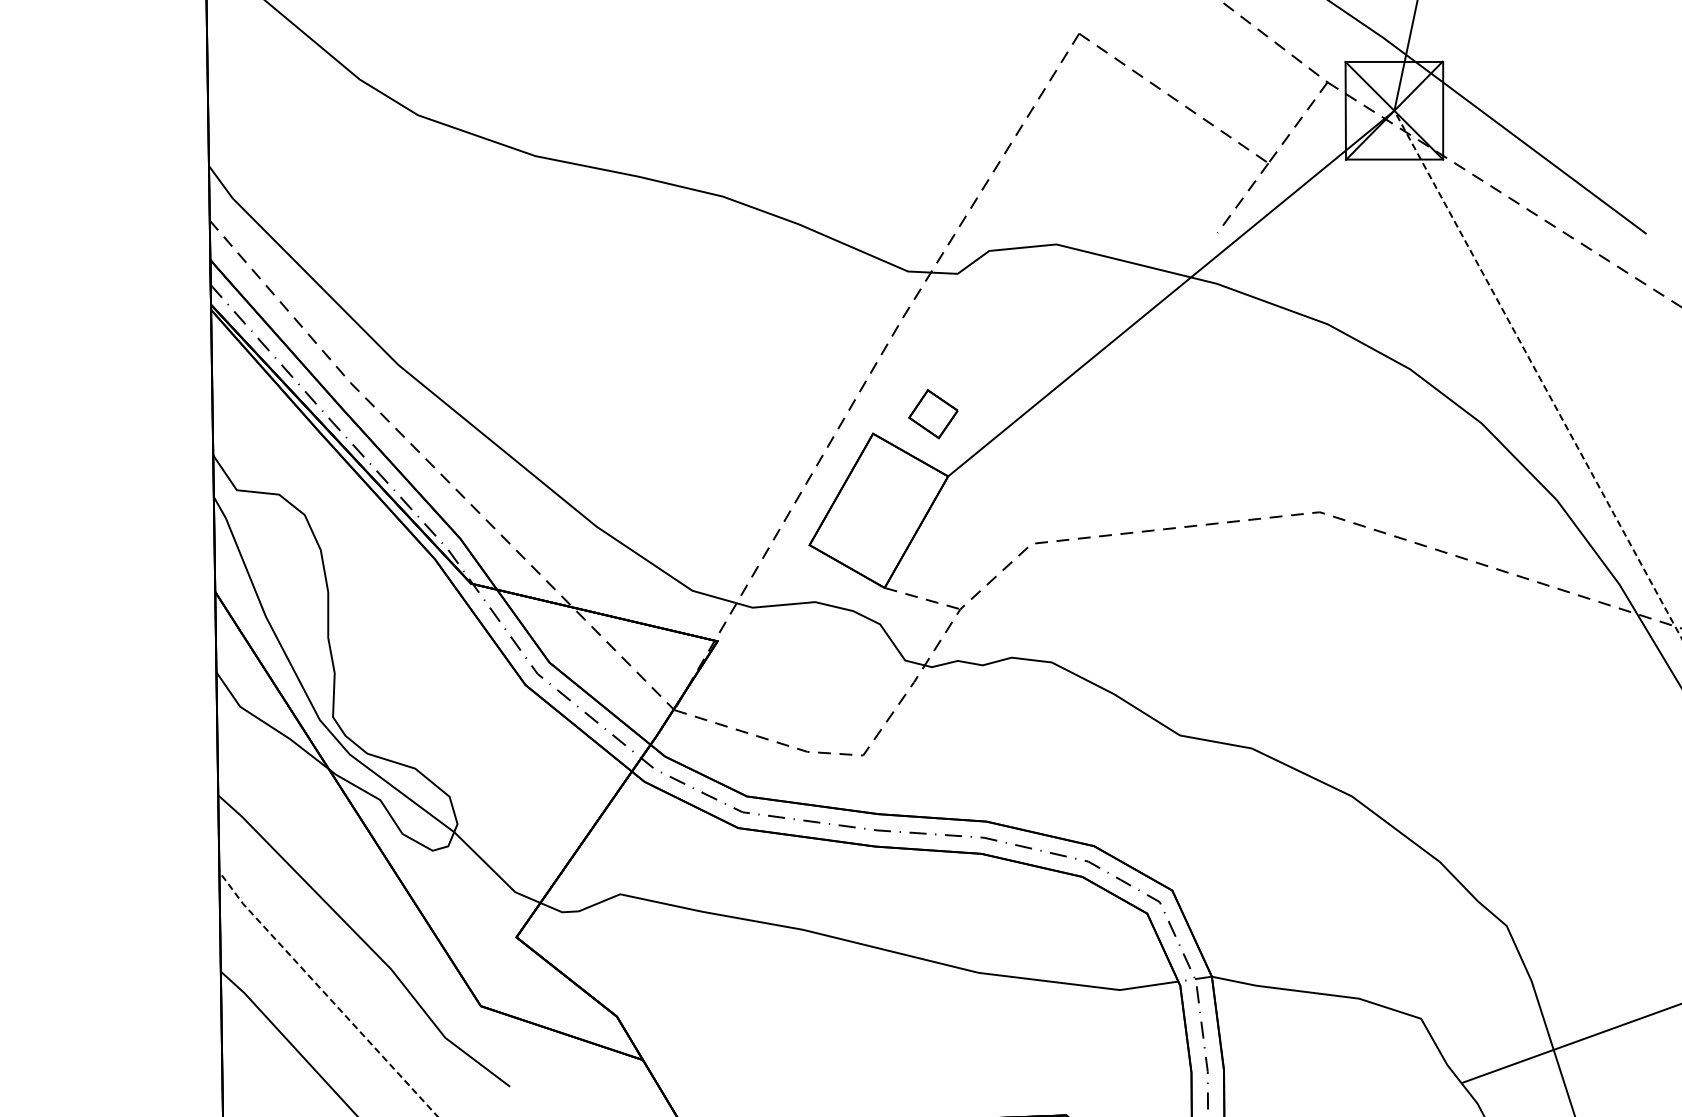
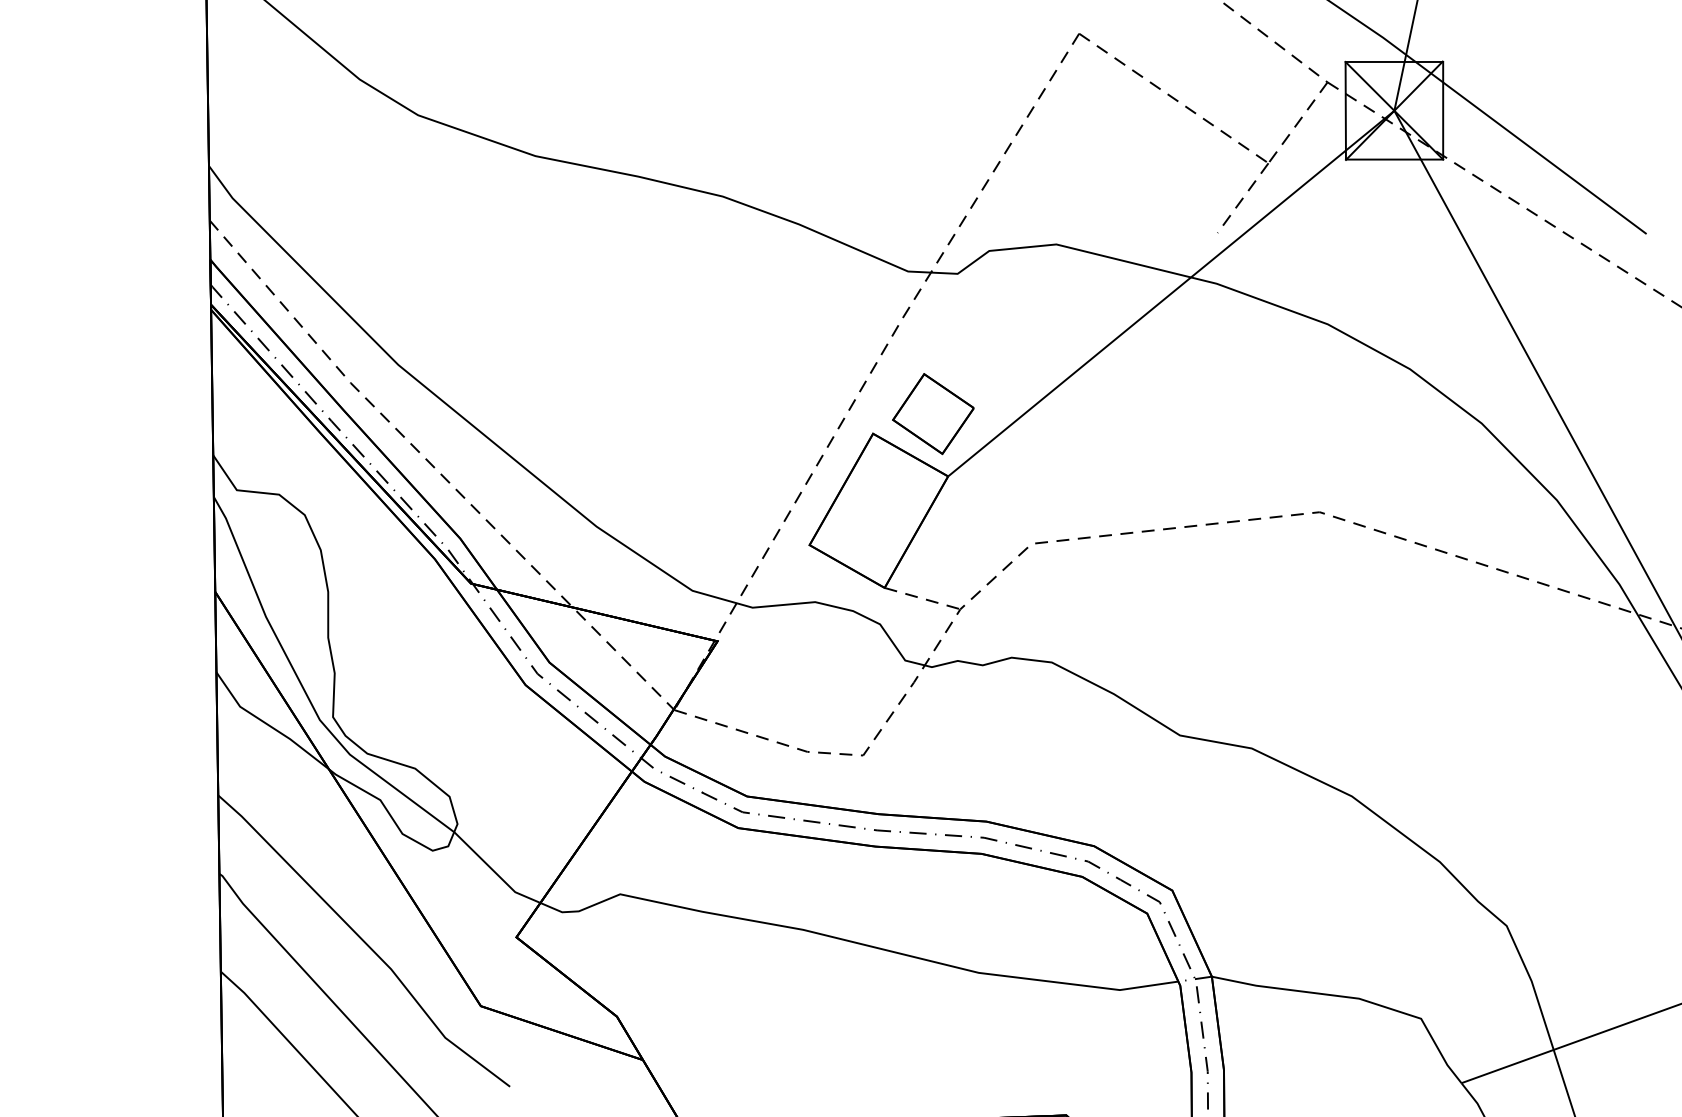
line at (1537, 374): dashed -> solid
part at (933, 414) size: 51x51 px -> 83x83 px
line at (326, 995): dashed -> solid
